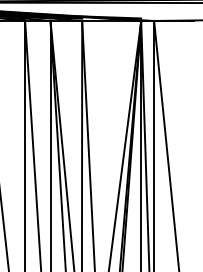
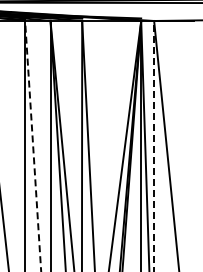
line at (33, 145): solid -> dashed
line at (154, 145): solid -> dashed
